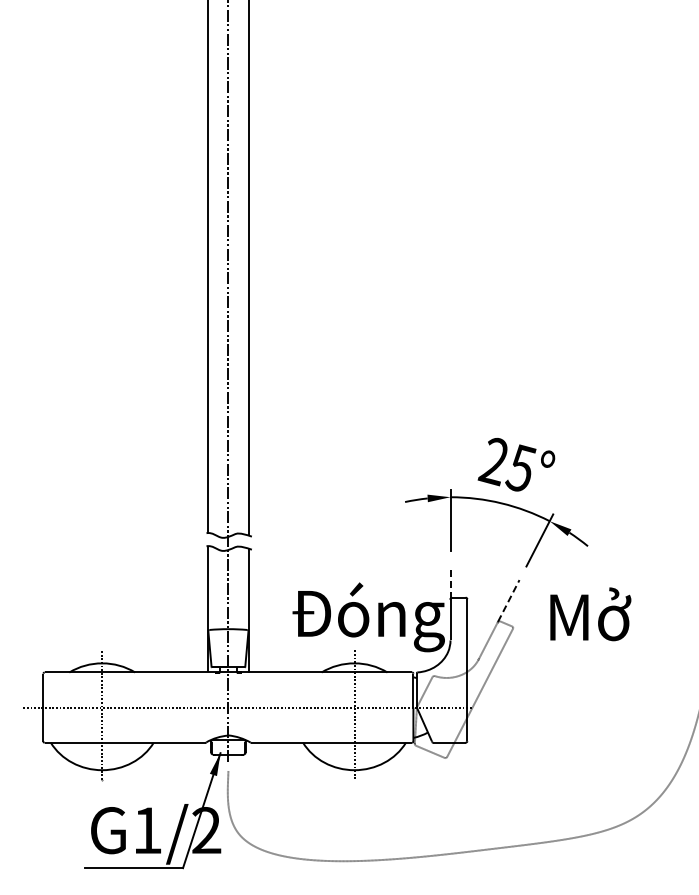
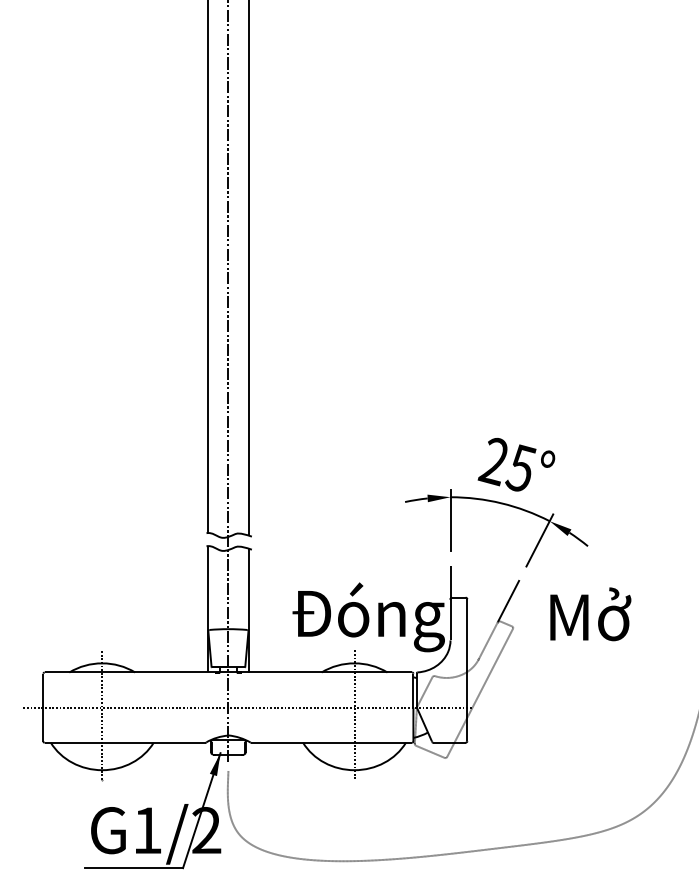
line at (450, 582): dashed -> solid
line at (509, 600): dashed -> solid
